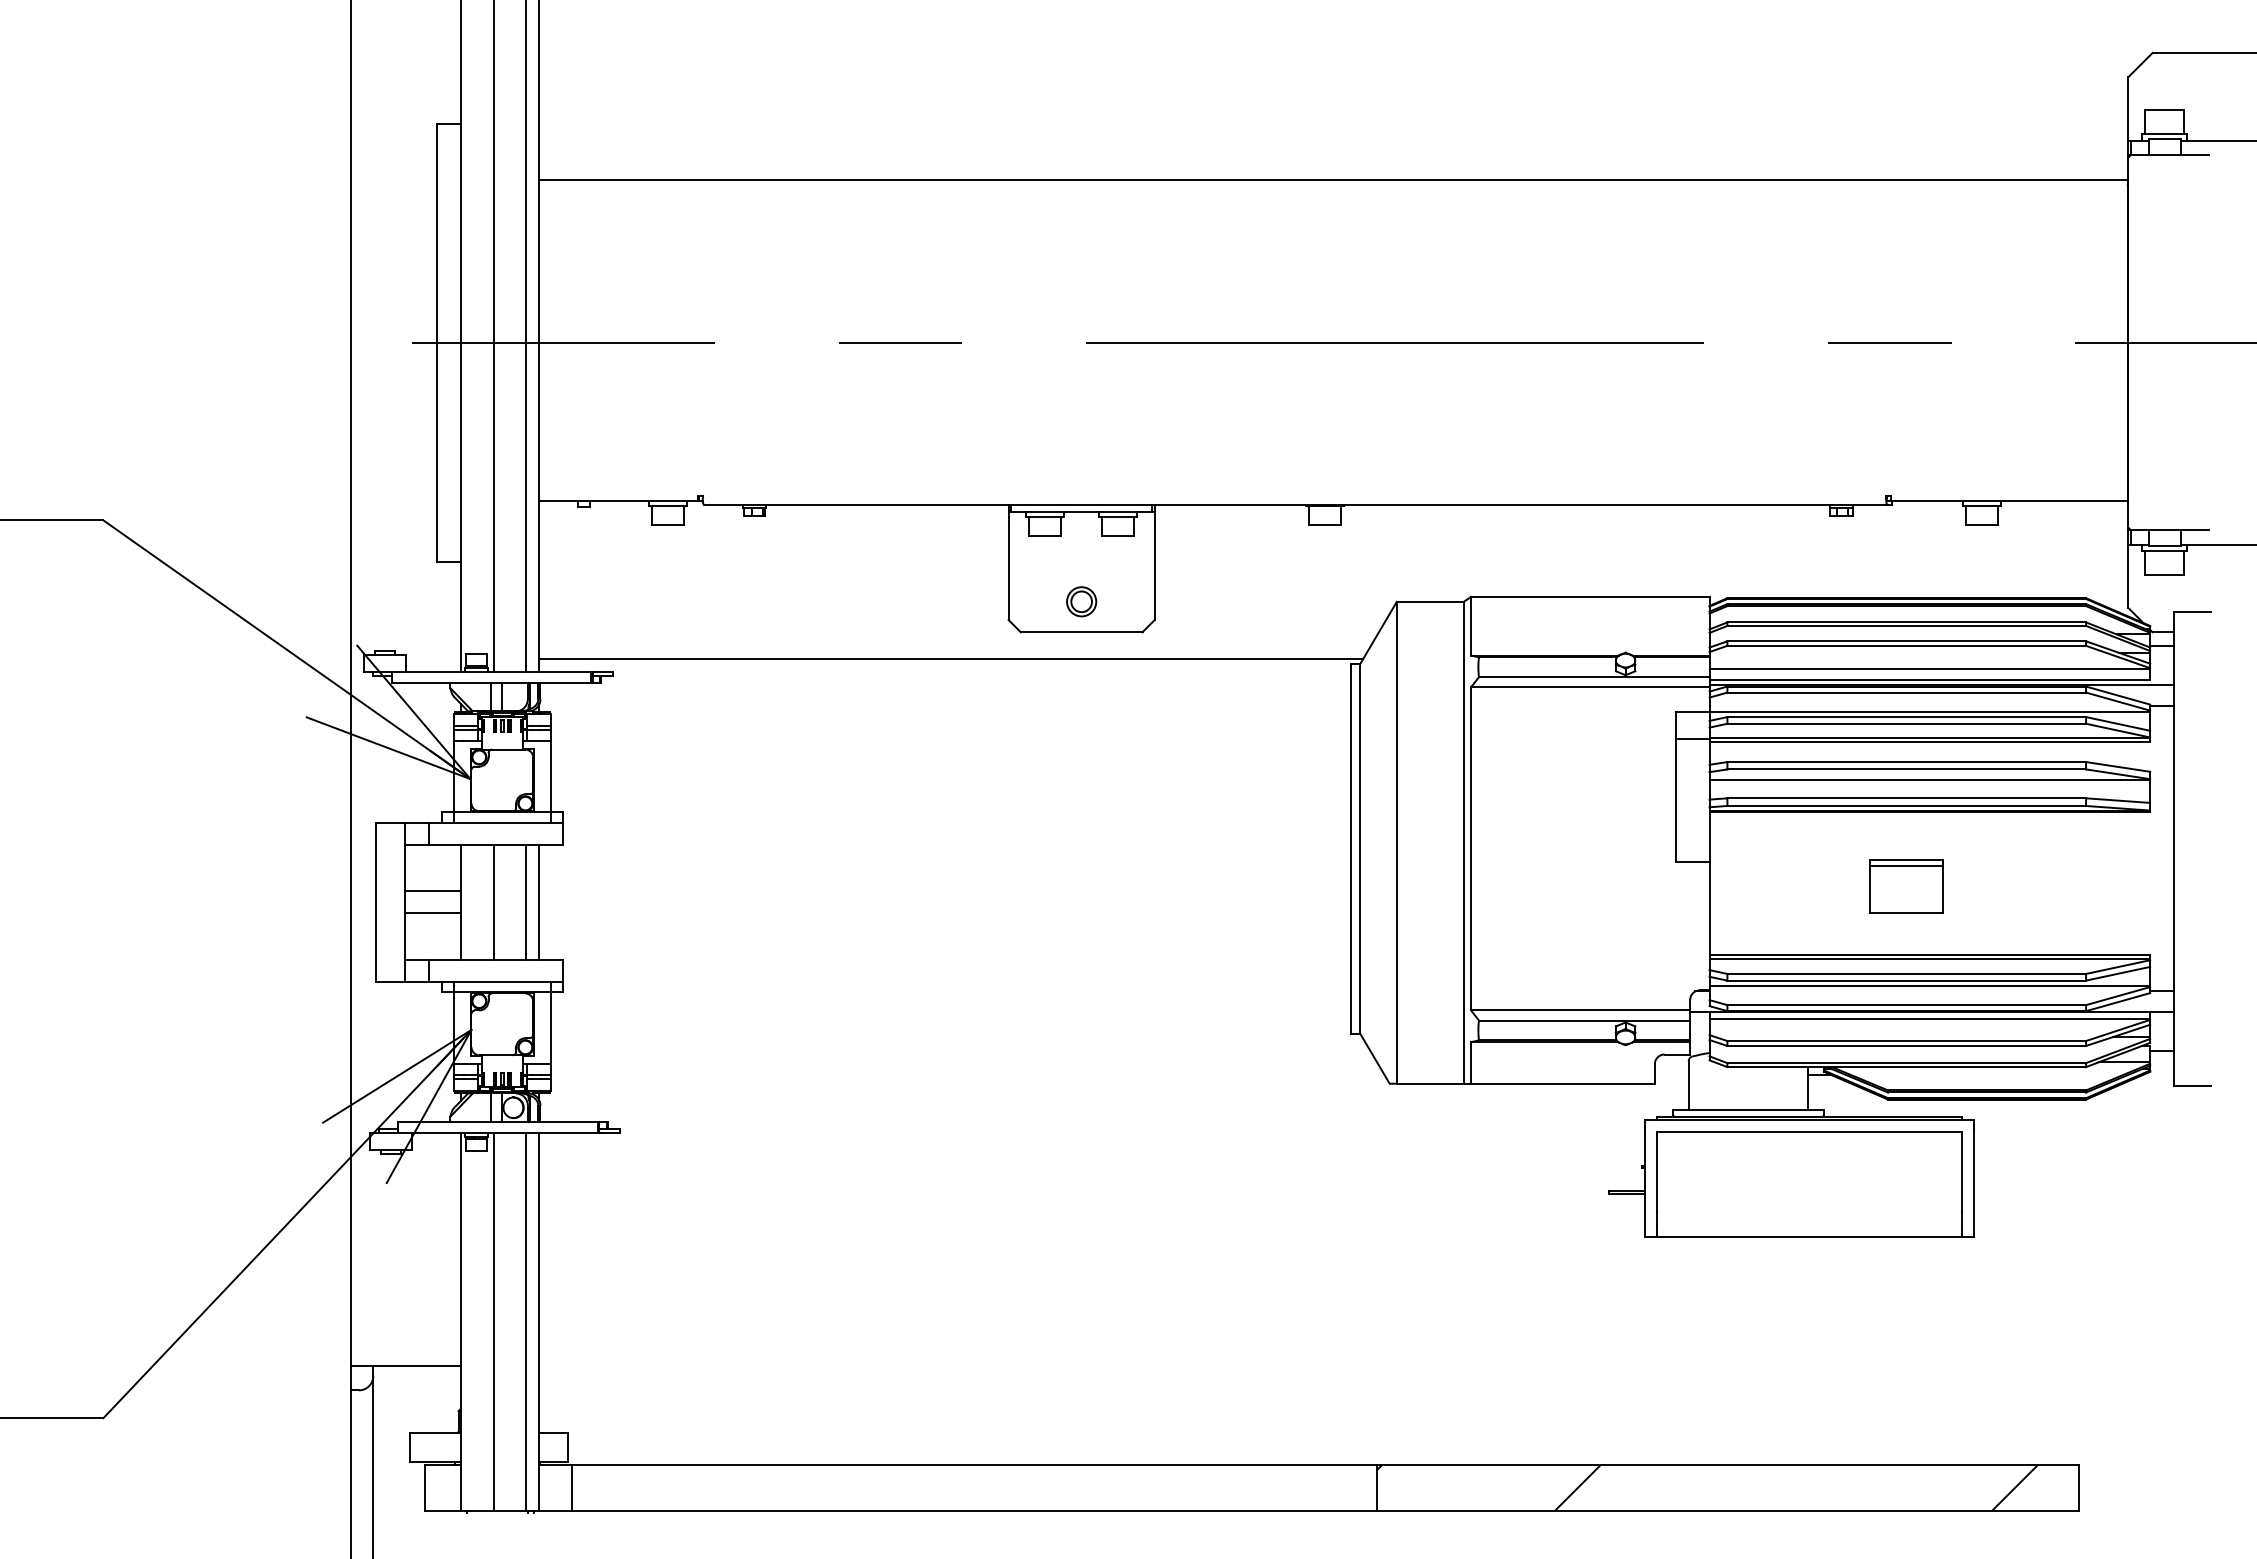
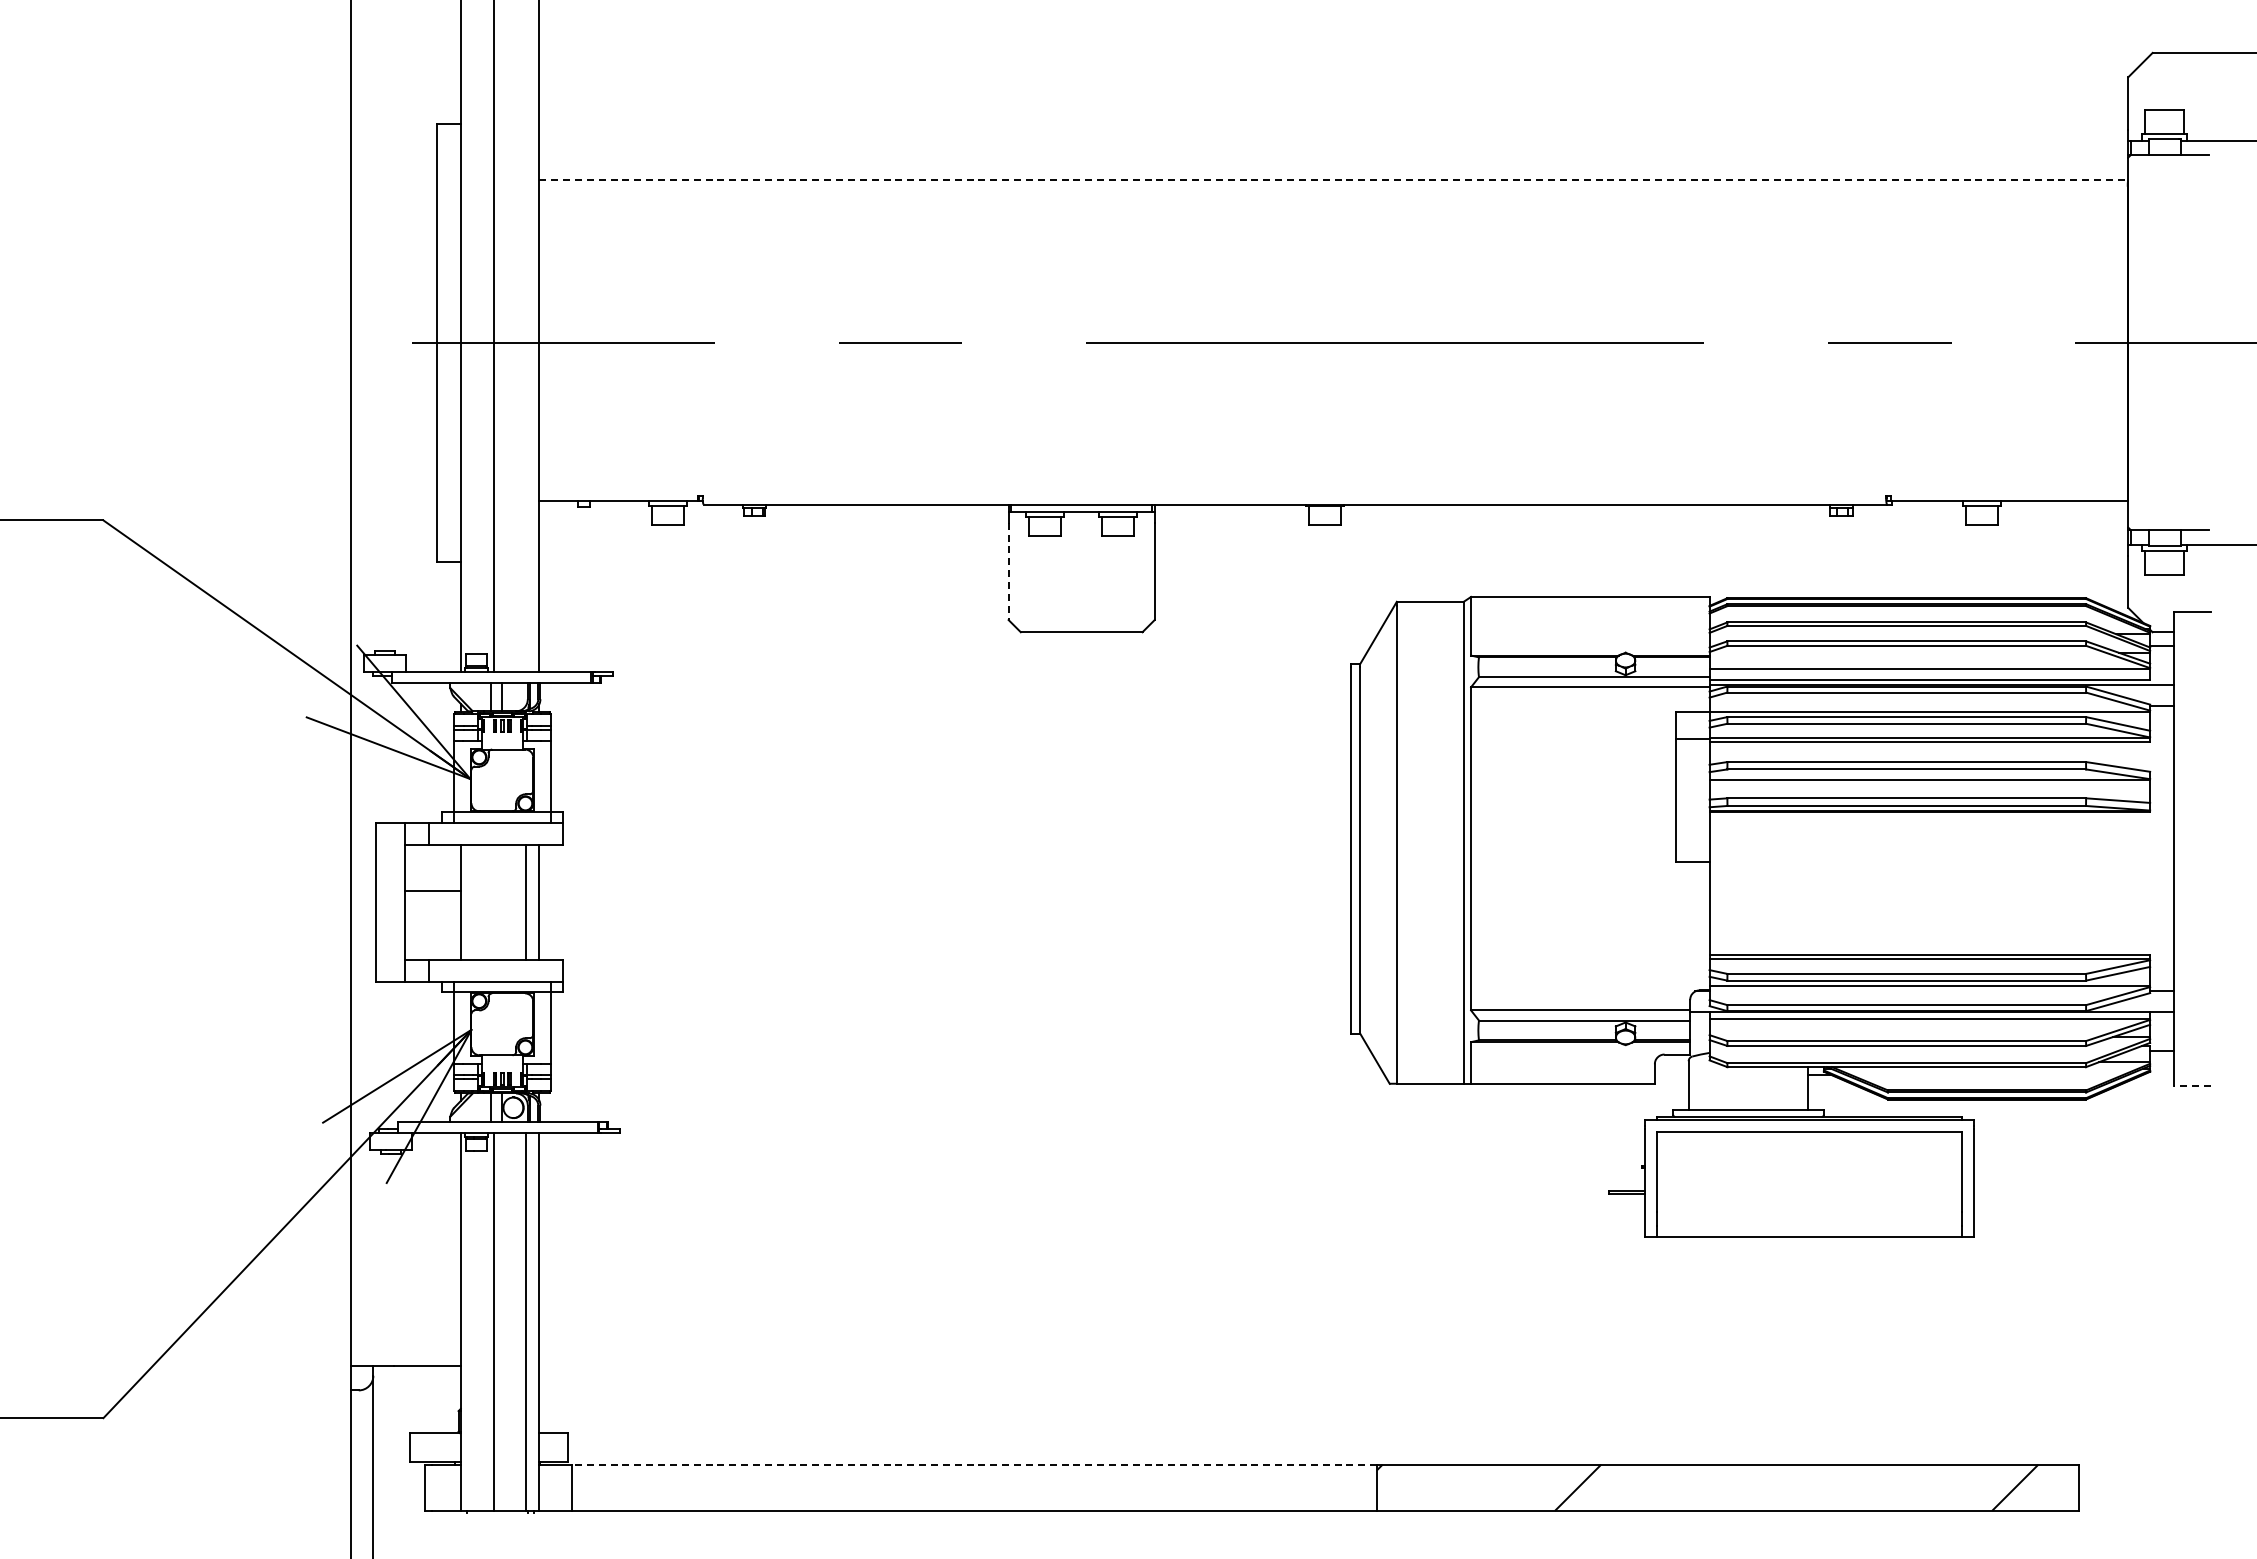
line at (1334, 180): solid -> dashed
line at (526, 336): present -> none
line at (1008, 571): solid -> dashed
part at (1081, 601): present -> none
line at (951, 659): present -> none
part at (1906, 886): present -> none
line at (493, 902): present -> none
line at (432, 913): present -> none
line at (2192, 1086): solid -> dashed
line at (974, 1464): solid -> dashed
